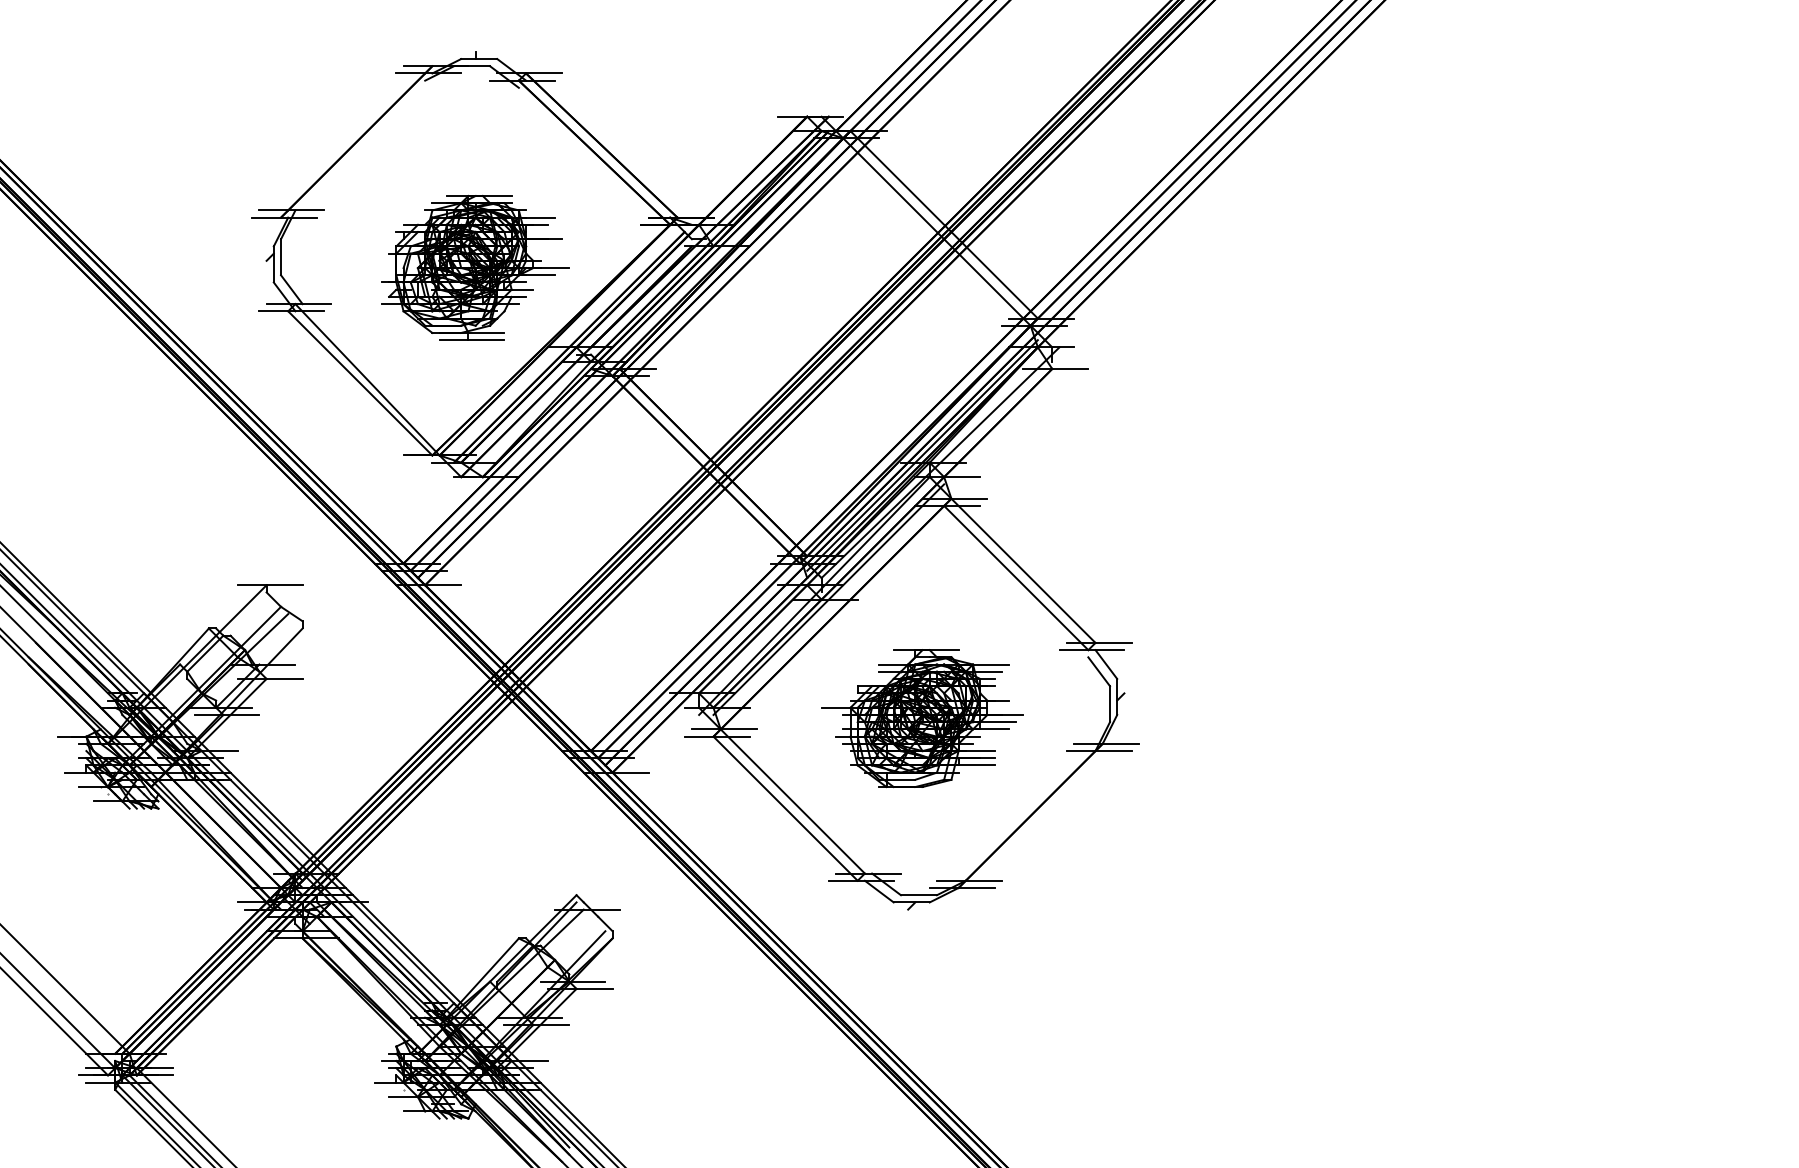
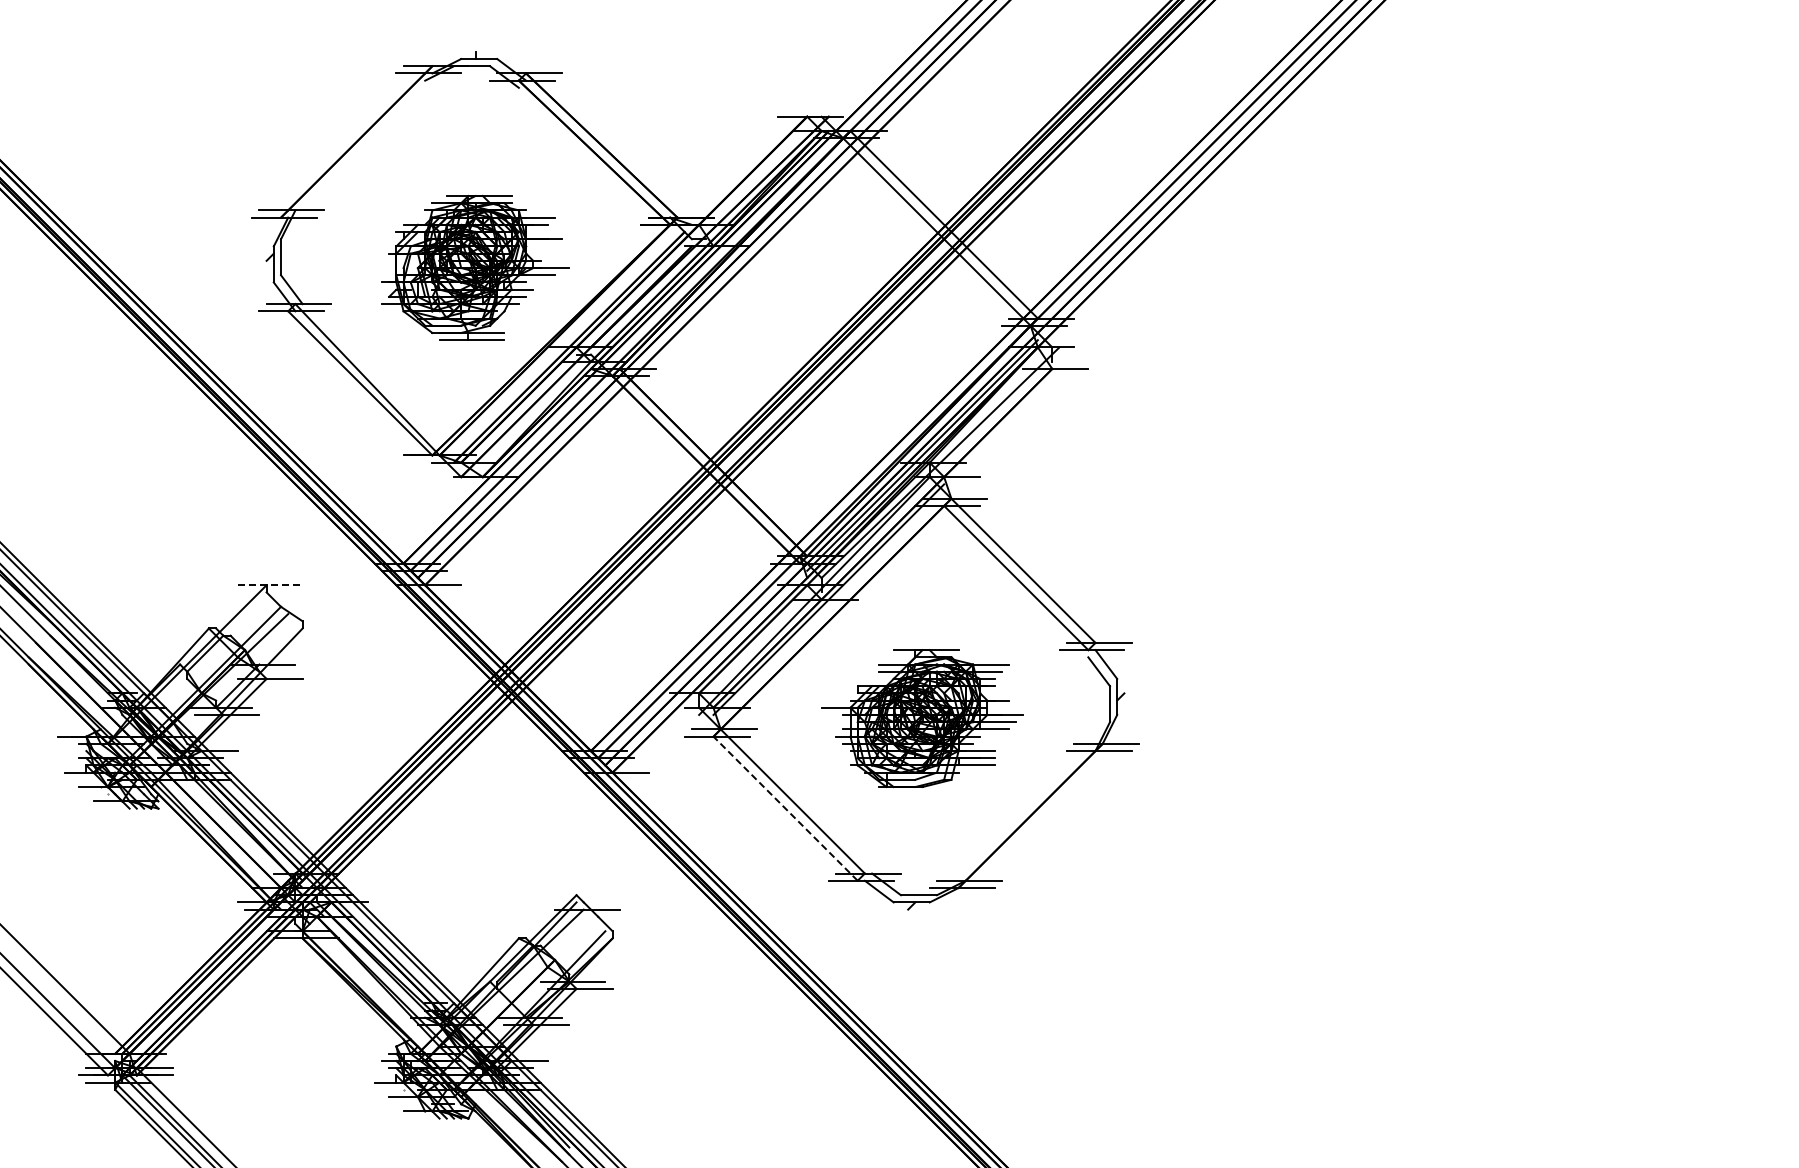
line at (270, 585): solid -> dashed
line at (785, 808): solid -> dashed
